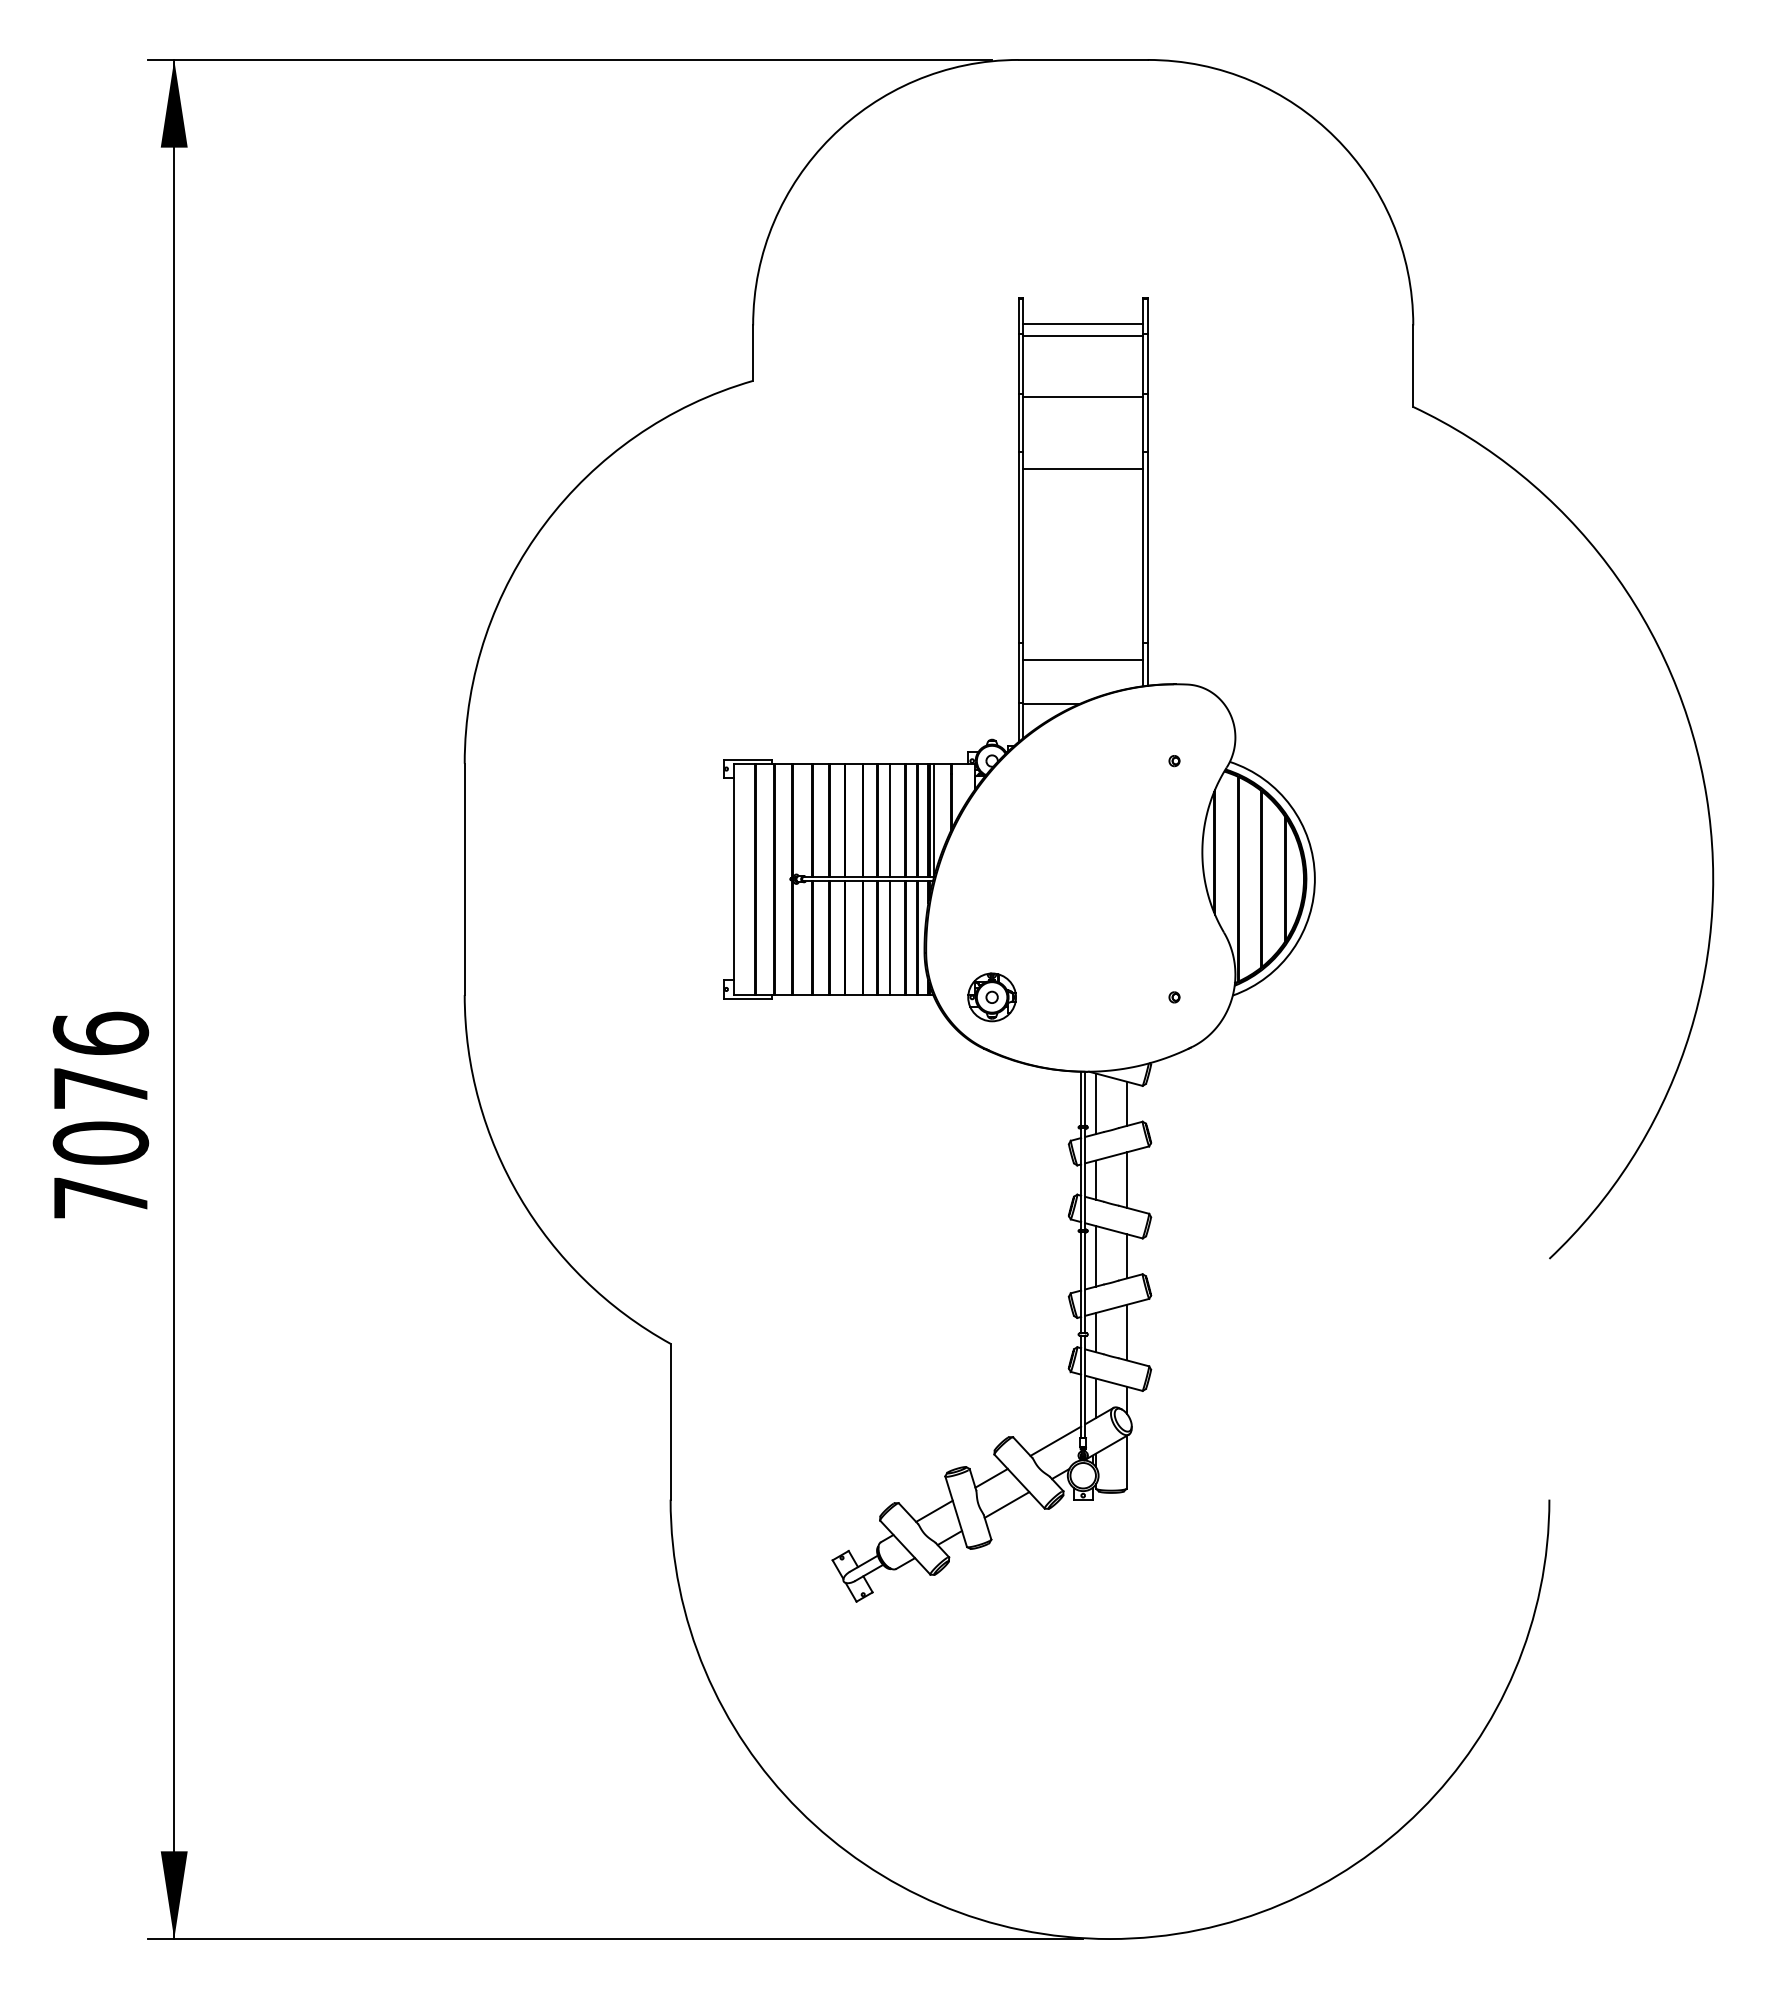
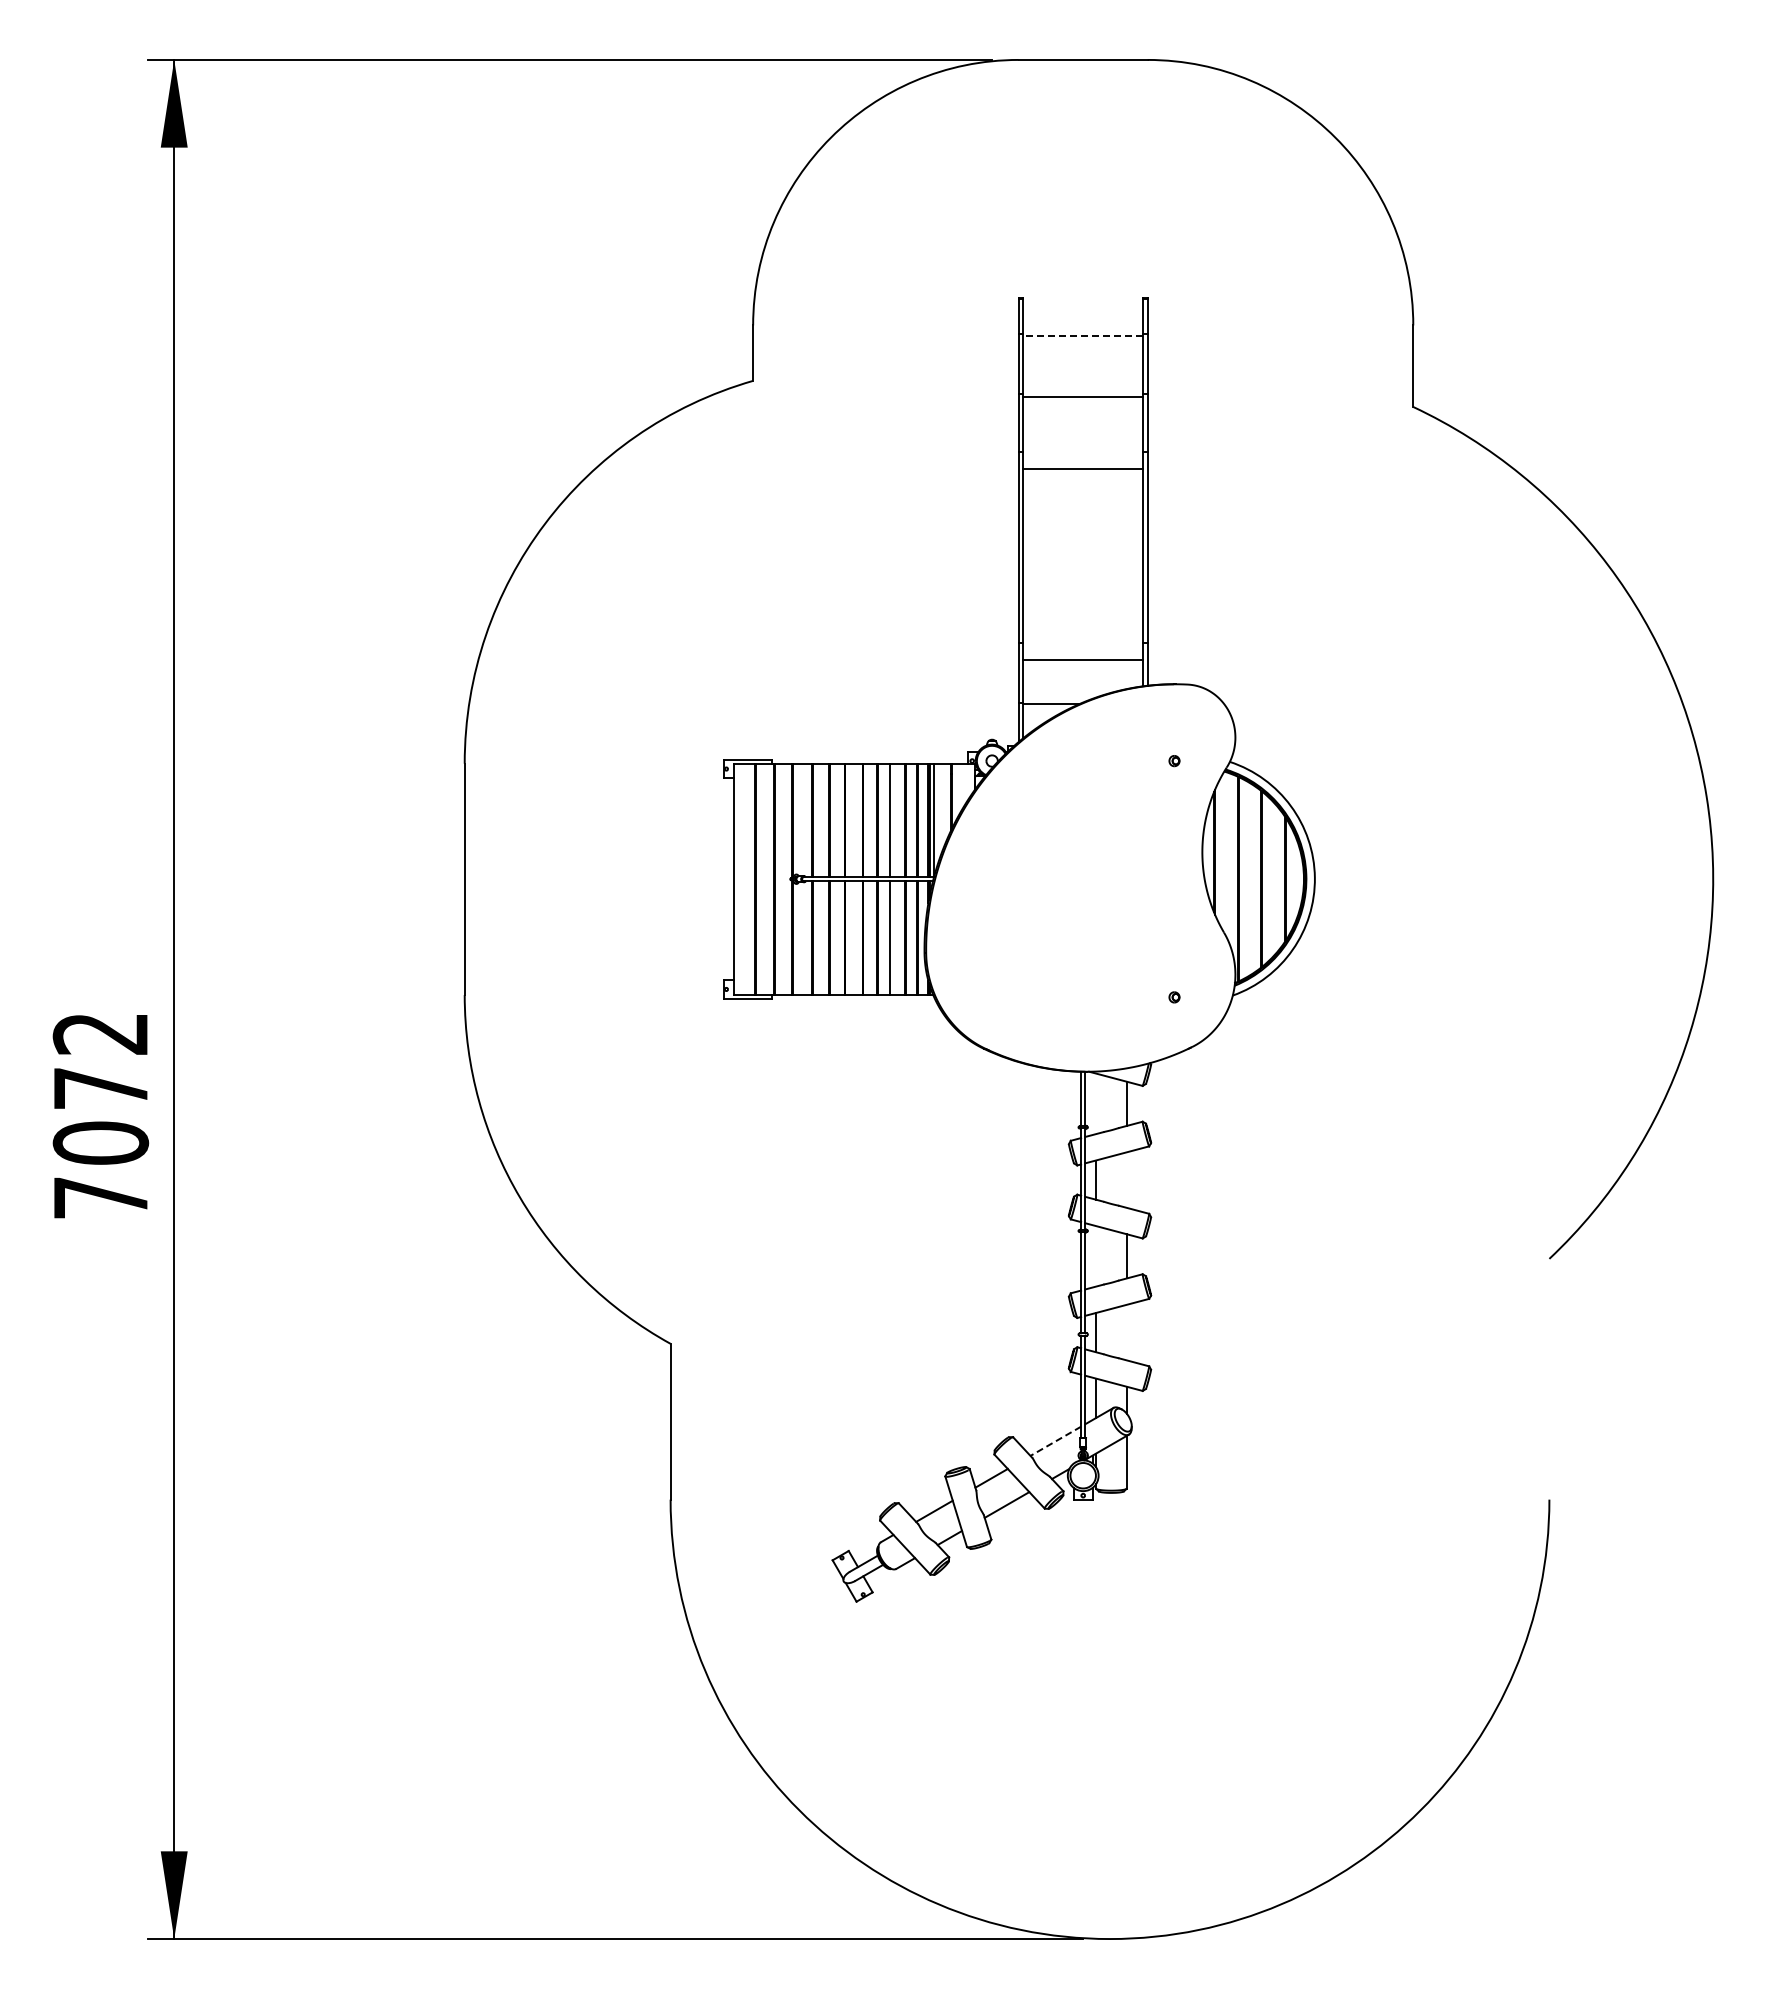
line at (1082, 324): present -> none
line at (1083, 336): solid -> dashed
part at (991, 997): present -> none
text at (100, 1032): 7076 -> 7072
line at (1095, 1103): present -> none
line at (1126, 1179): present -> none
line at (1095, 1256): present -> none
line at (1126, 1332): present -> none
line at (1055, 1441): solid -> dashed
